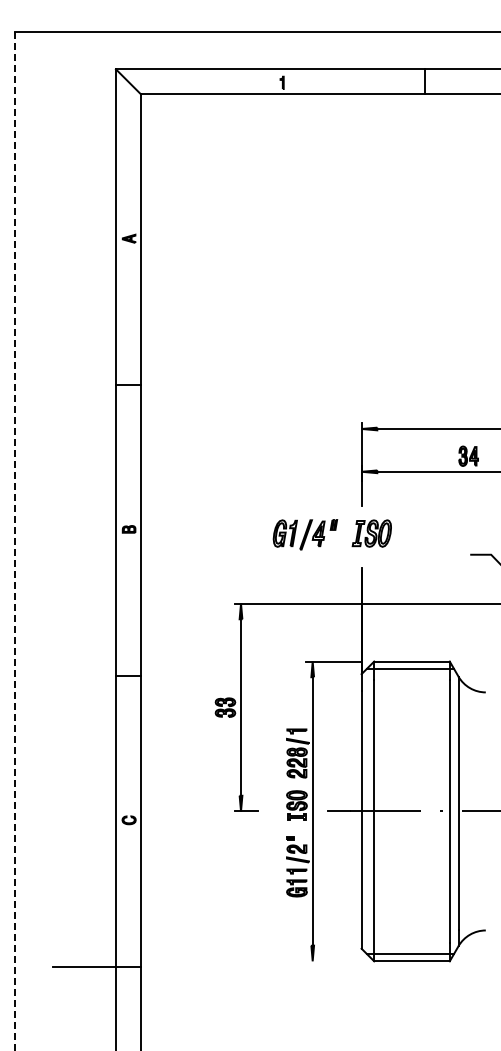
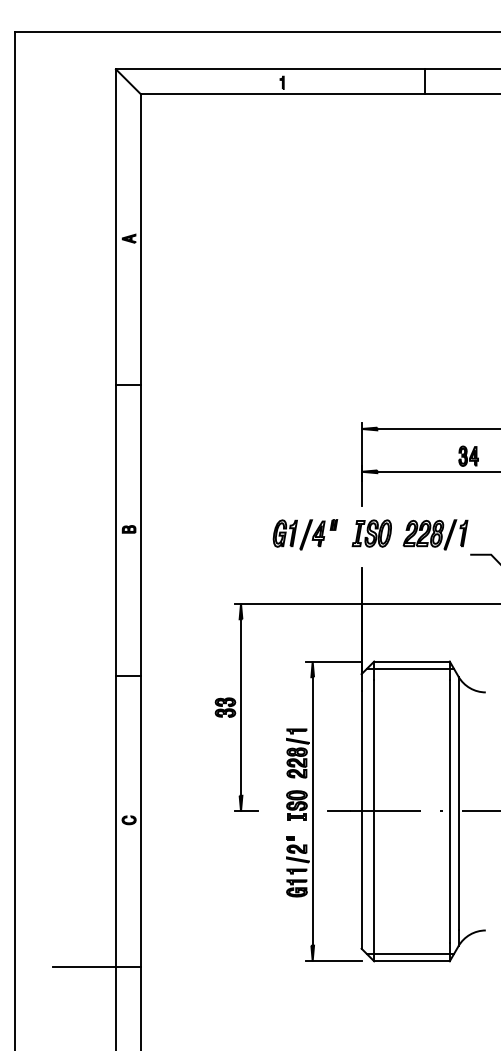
part at (435, 534): none -> present
line at (15, 541): dashed -> solid
line at (333, 961): none -> present
